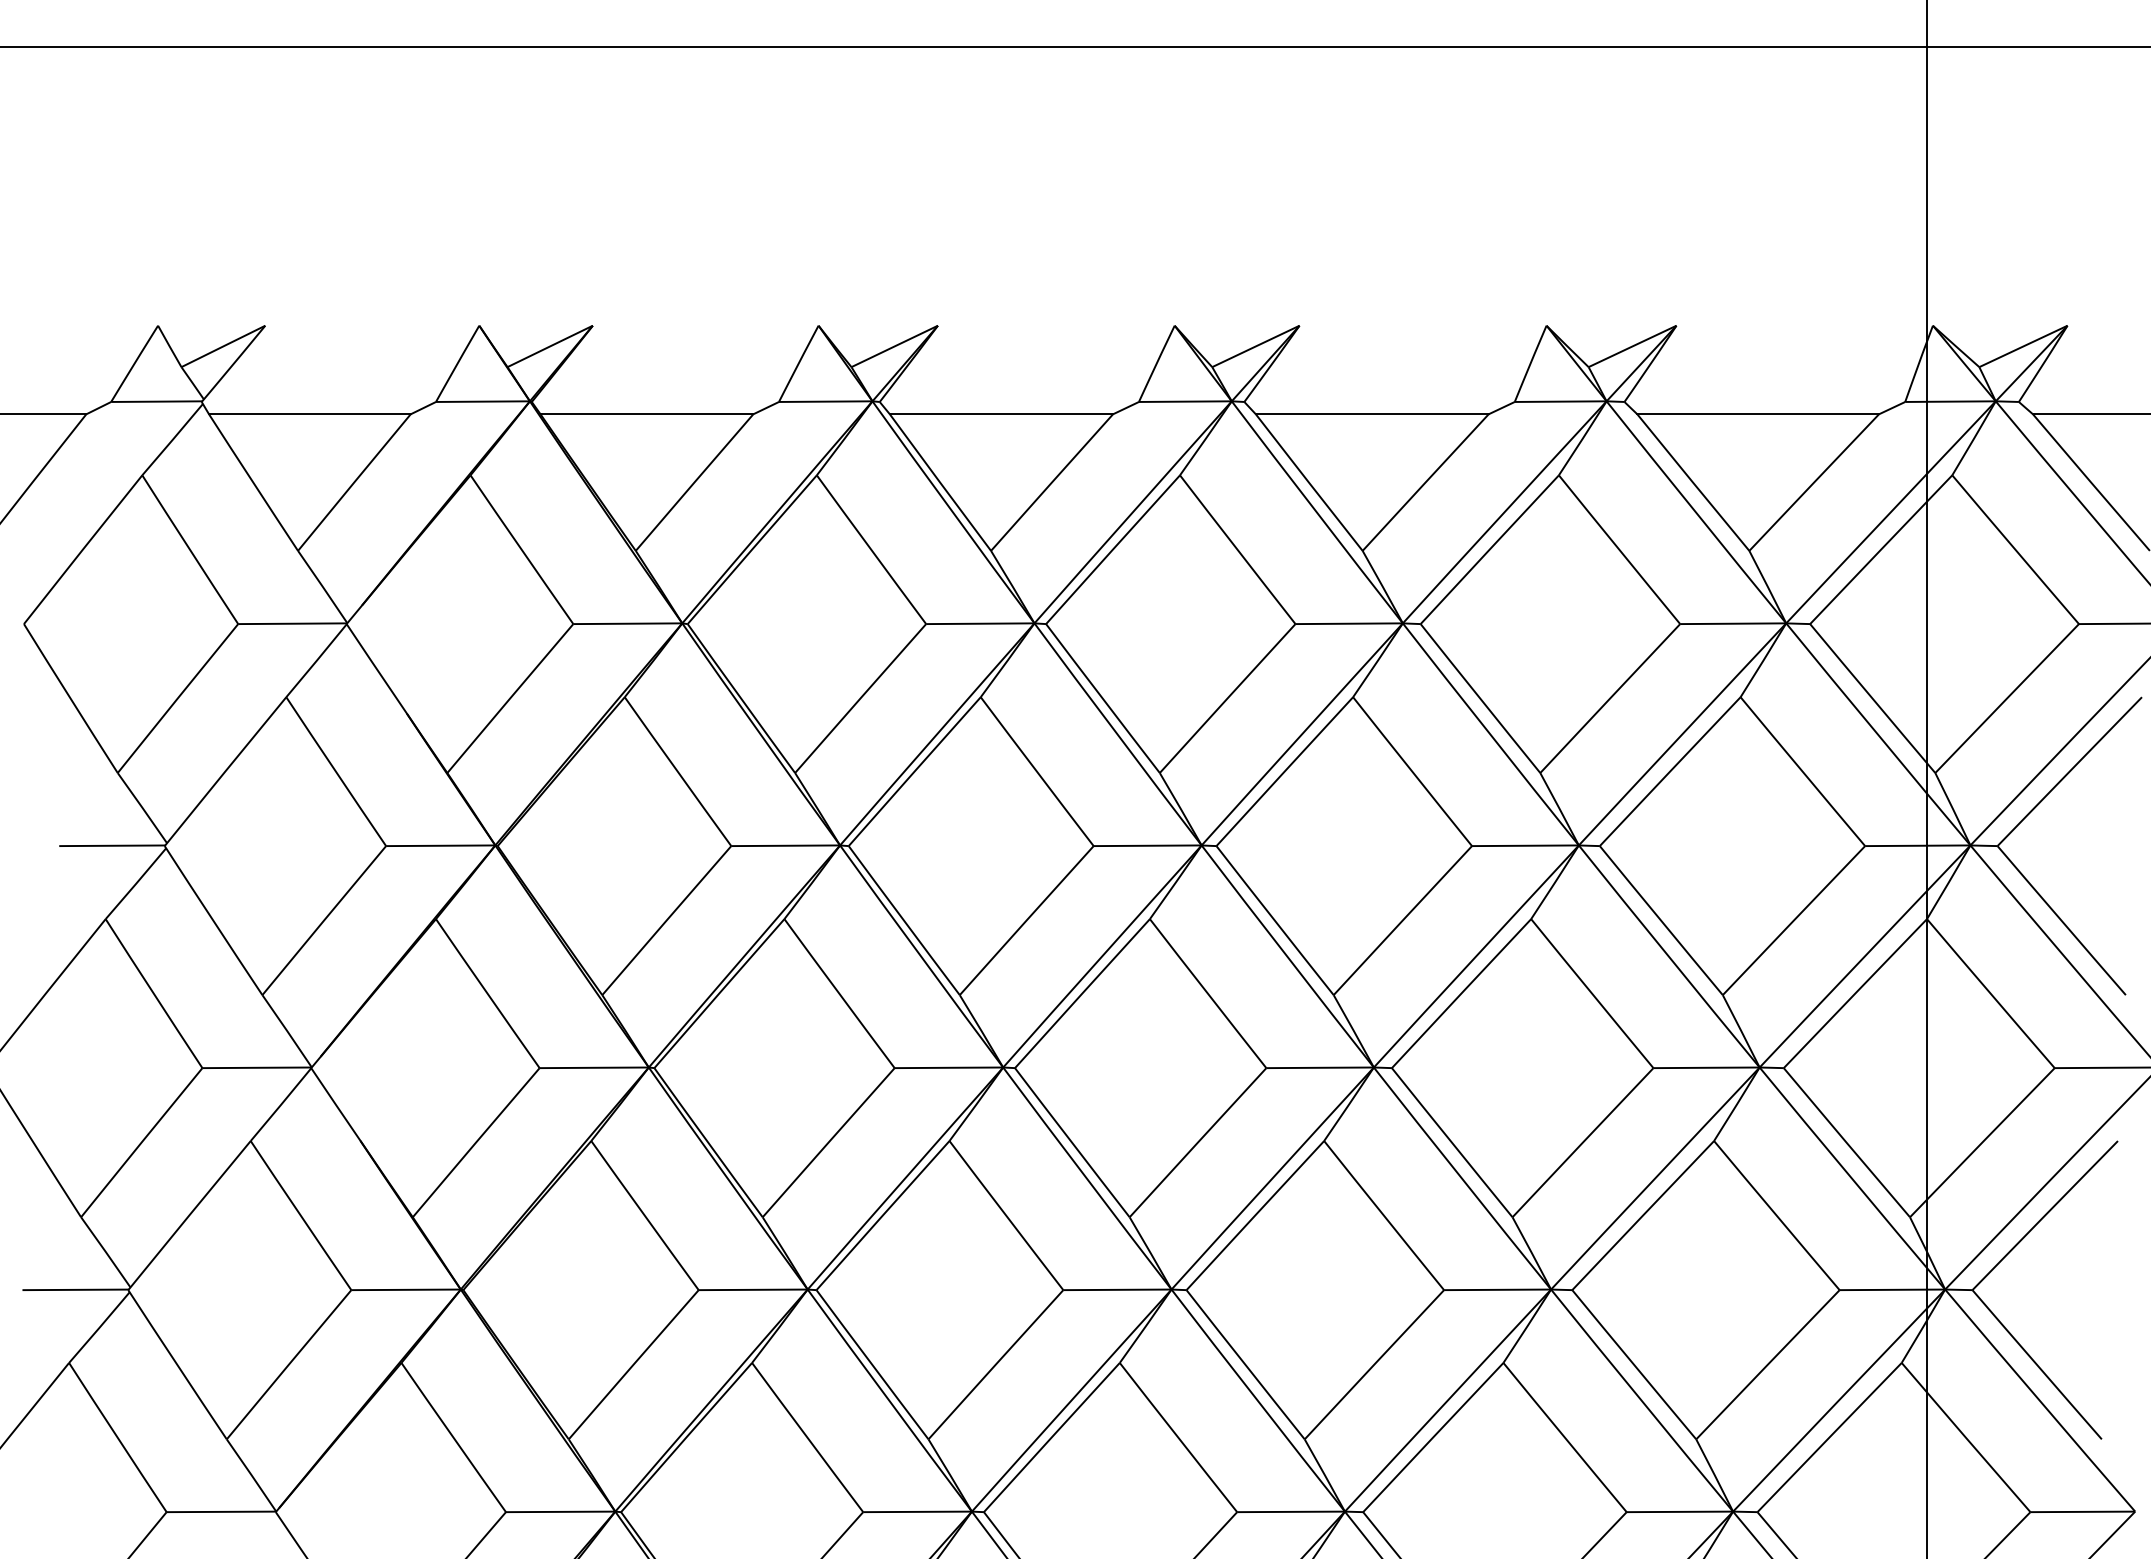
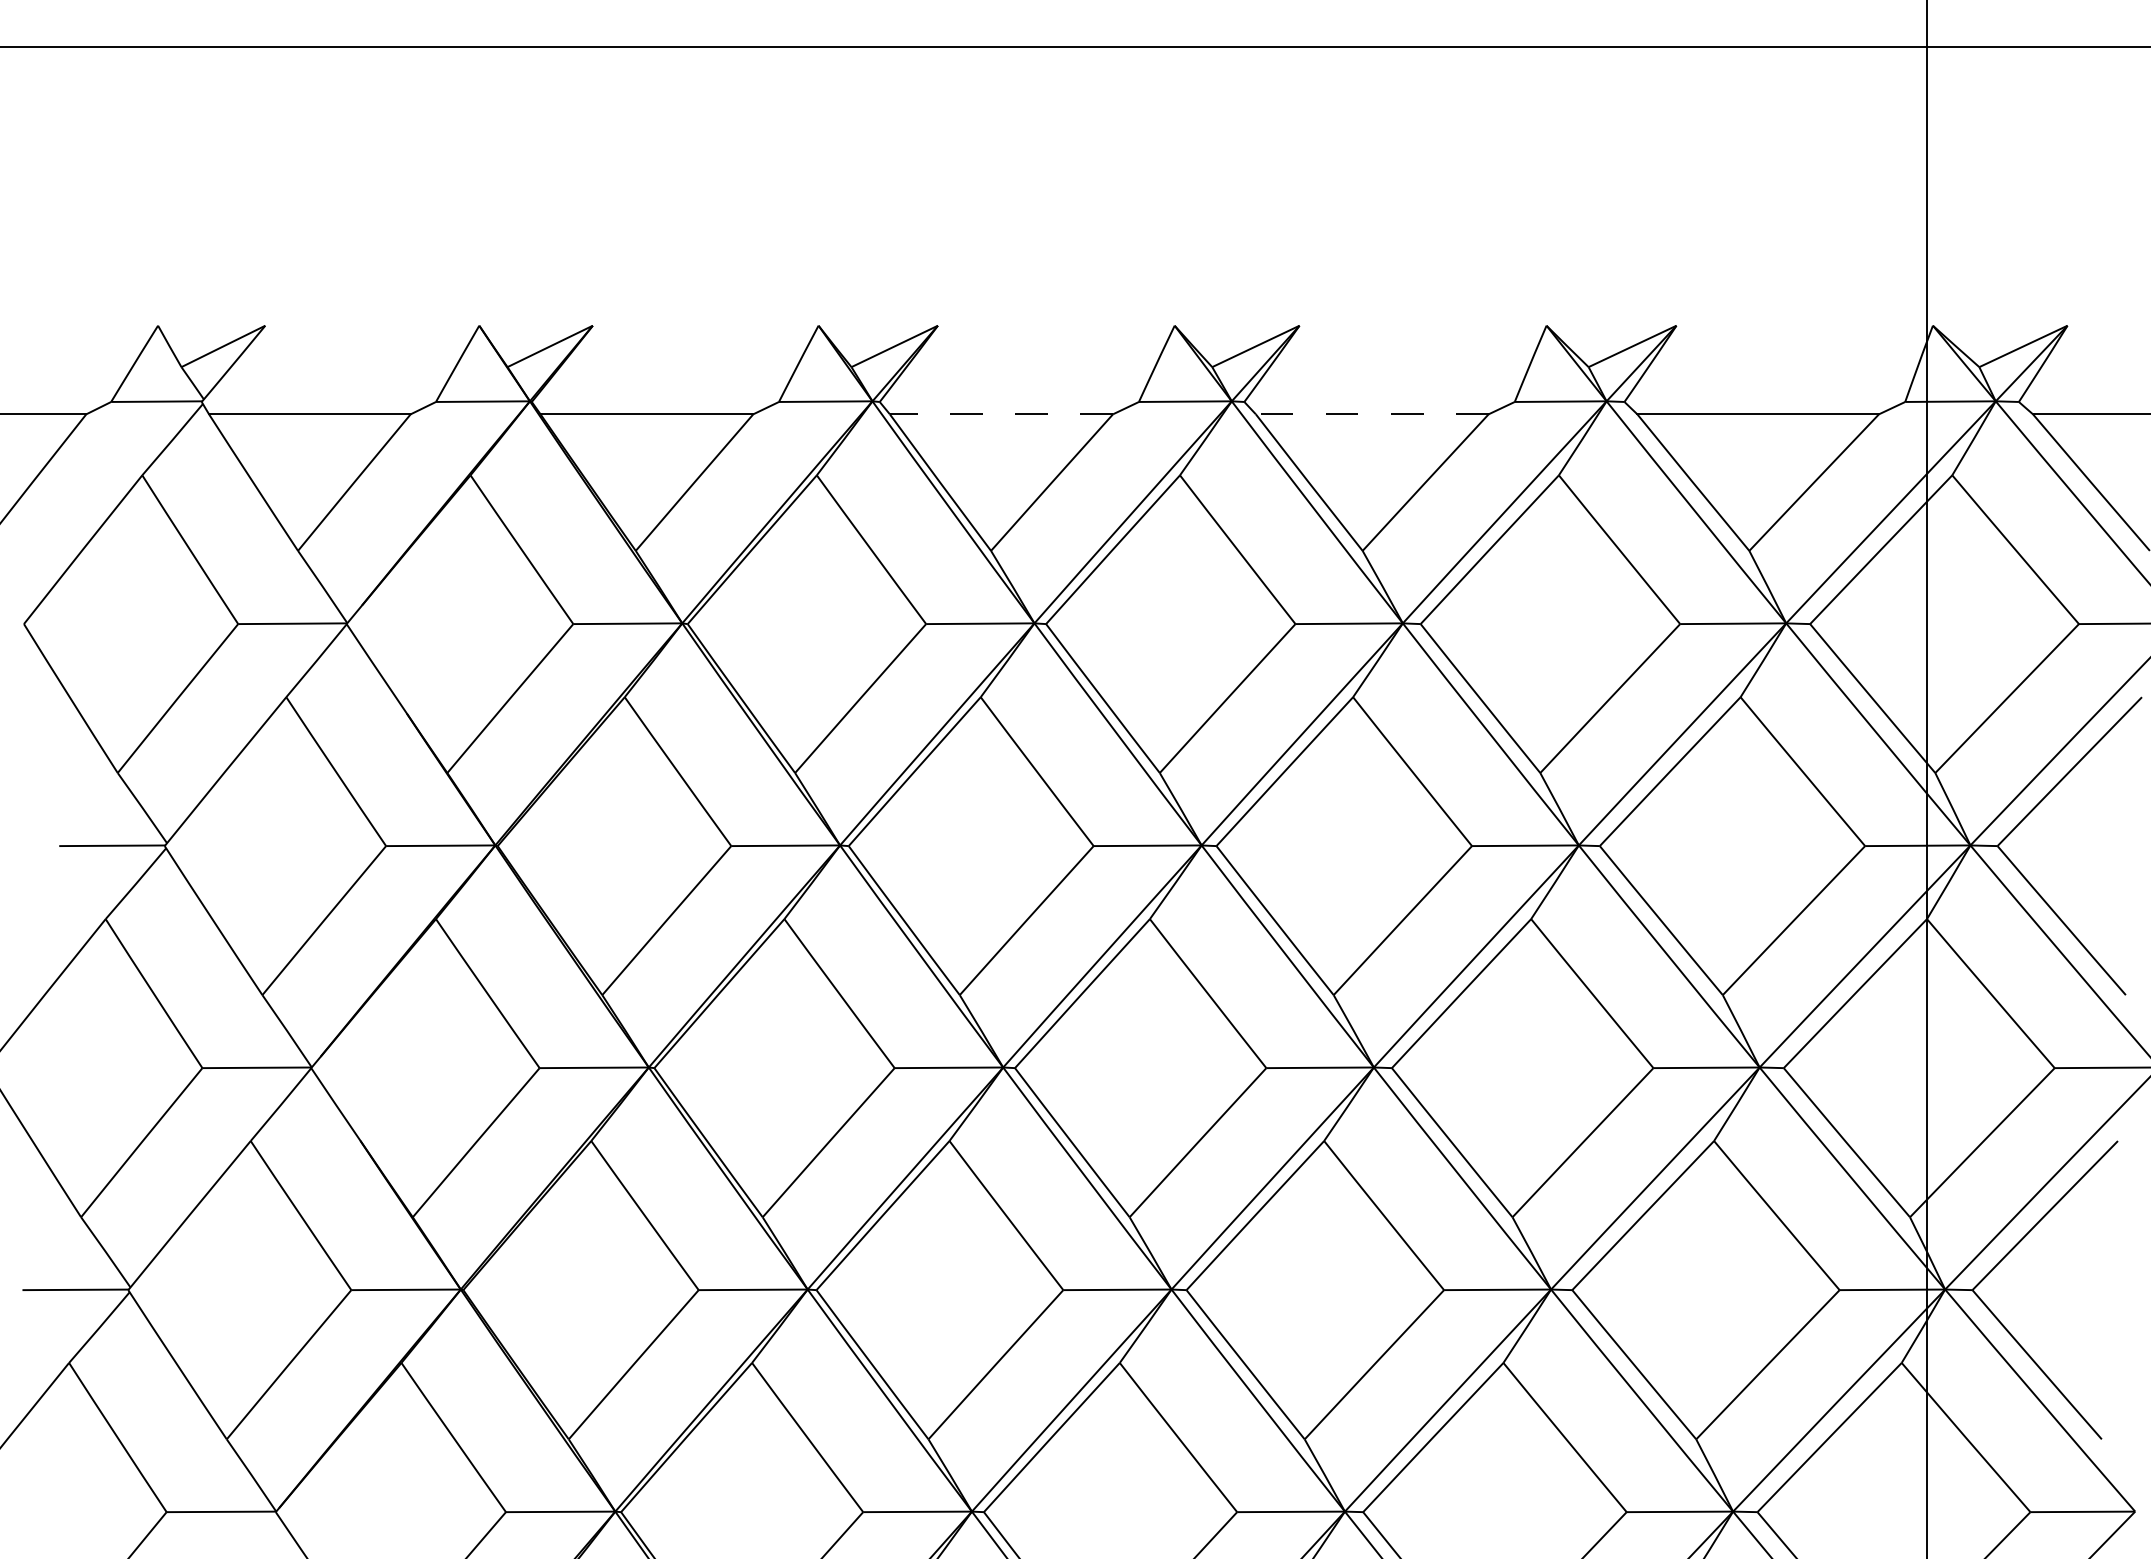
line at (1001, 414): solid -> dashed
line at (1371, 414): solid -> dashed
